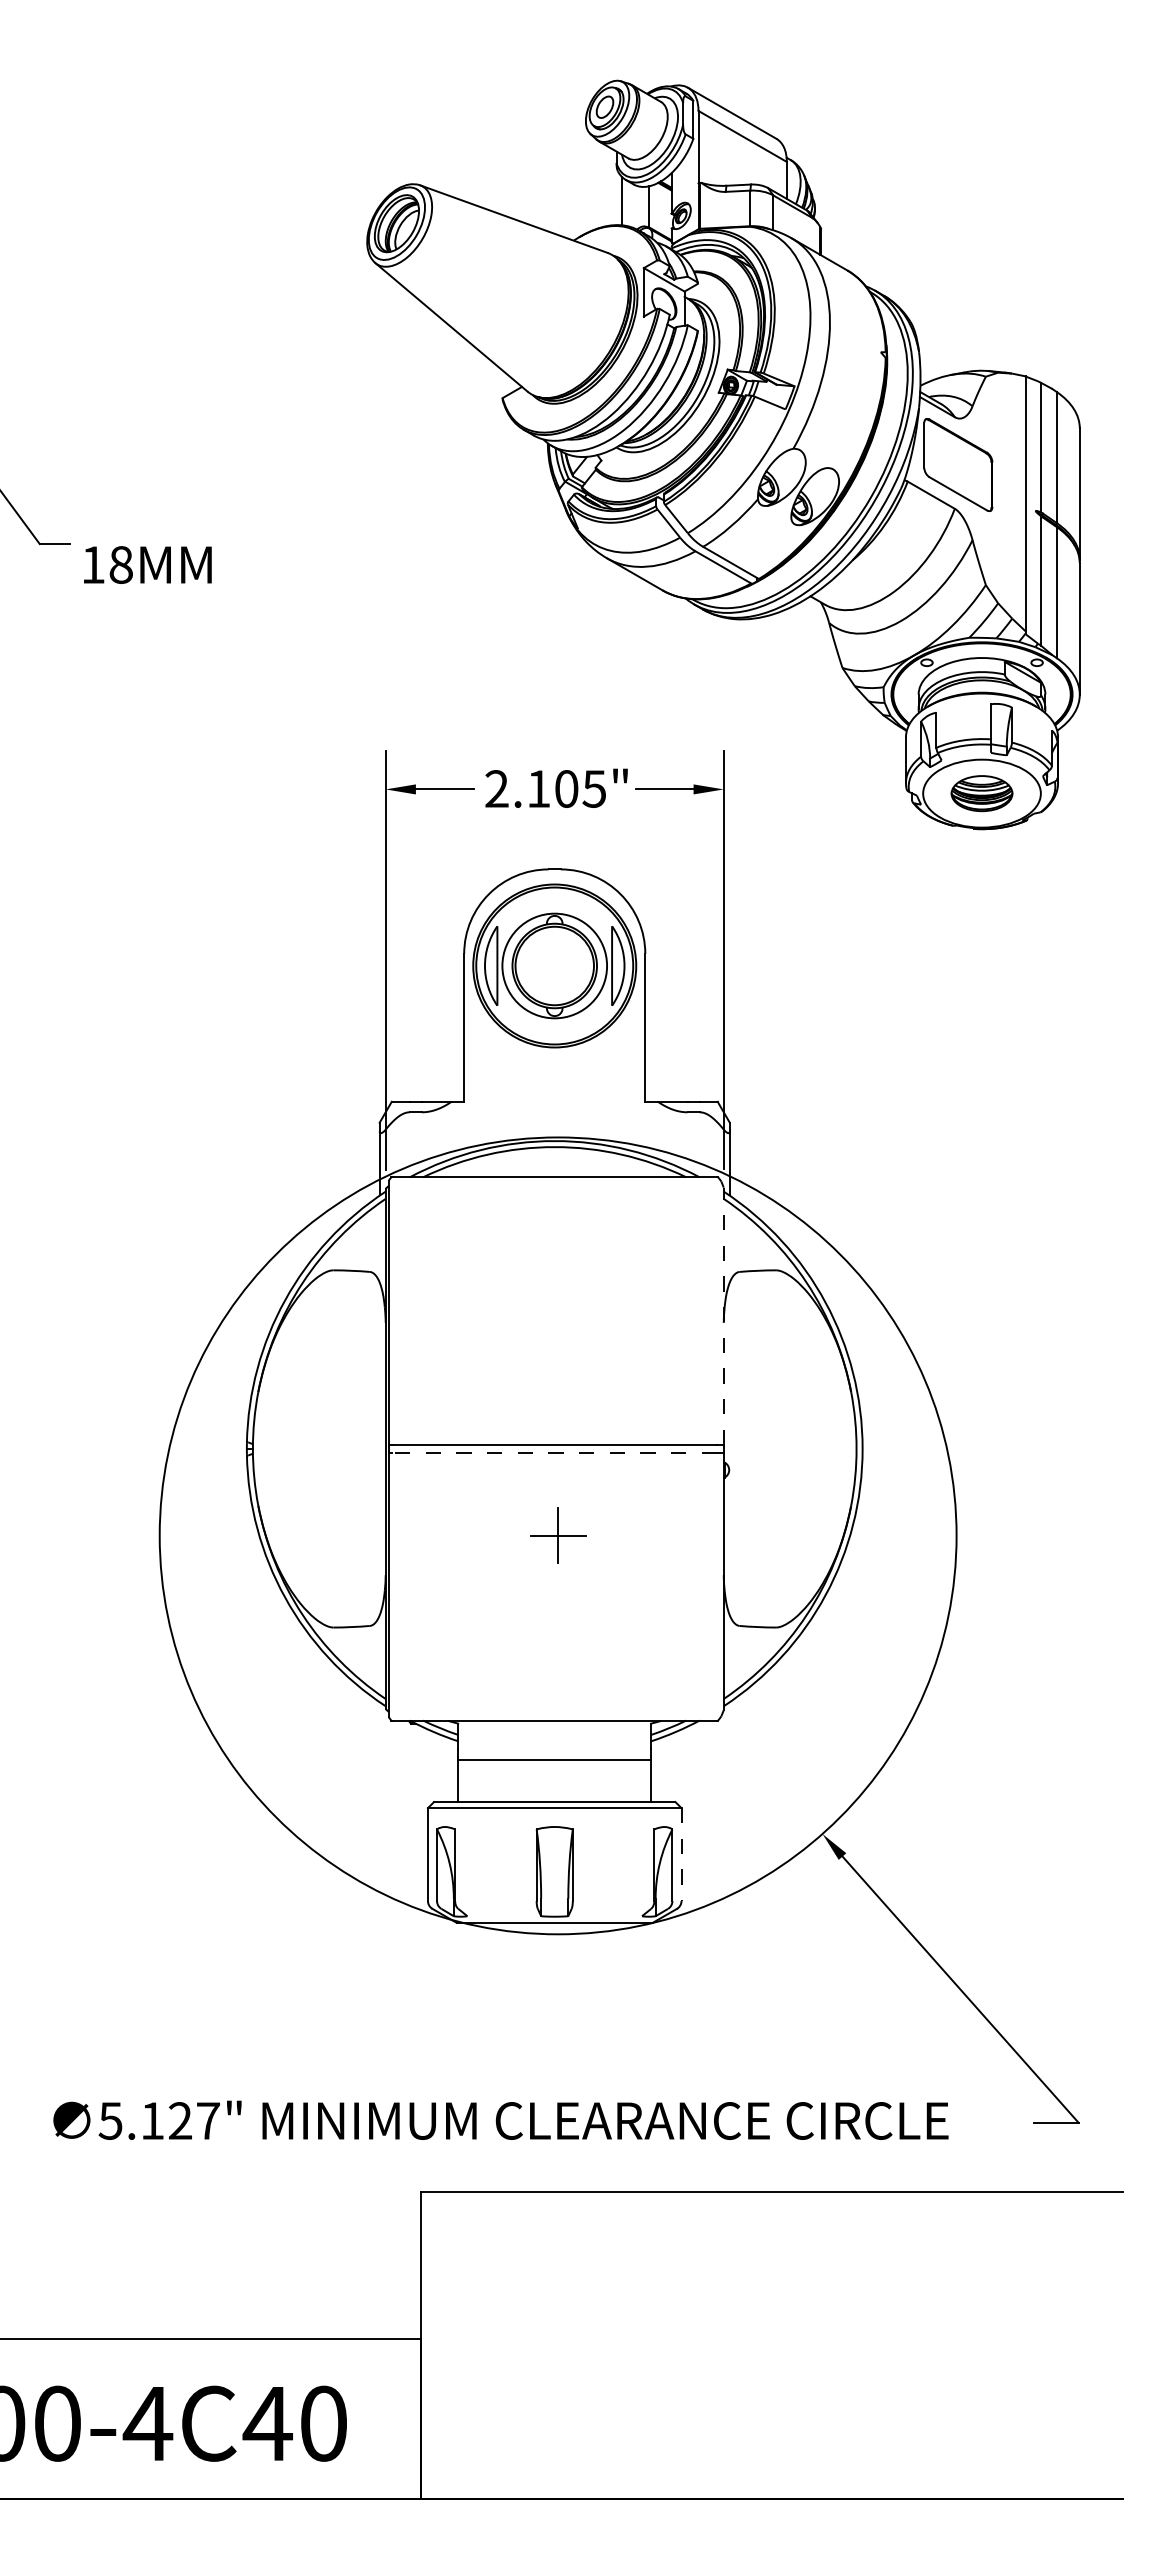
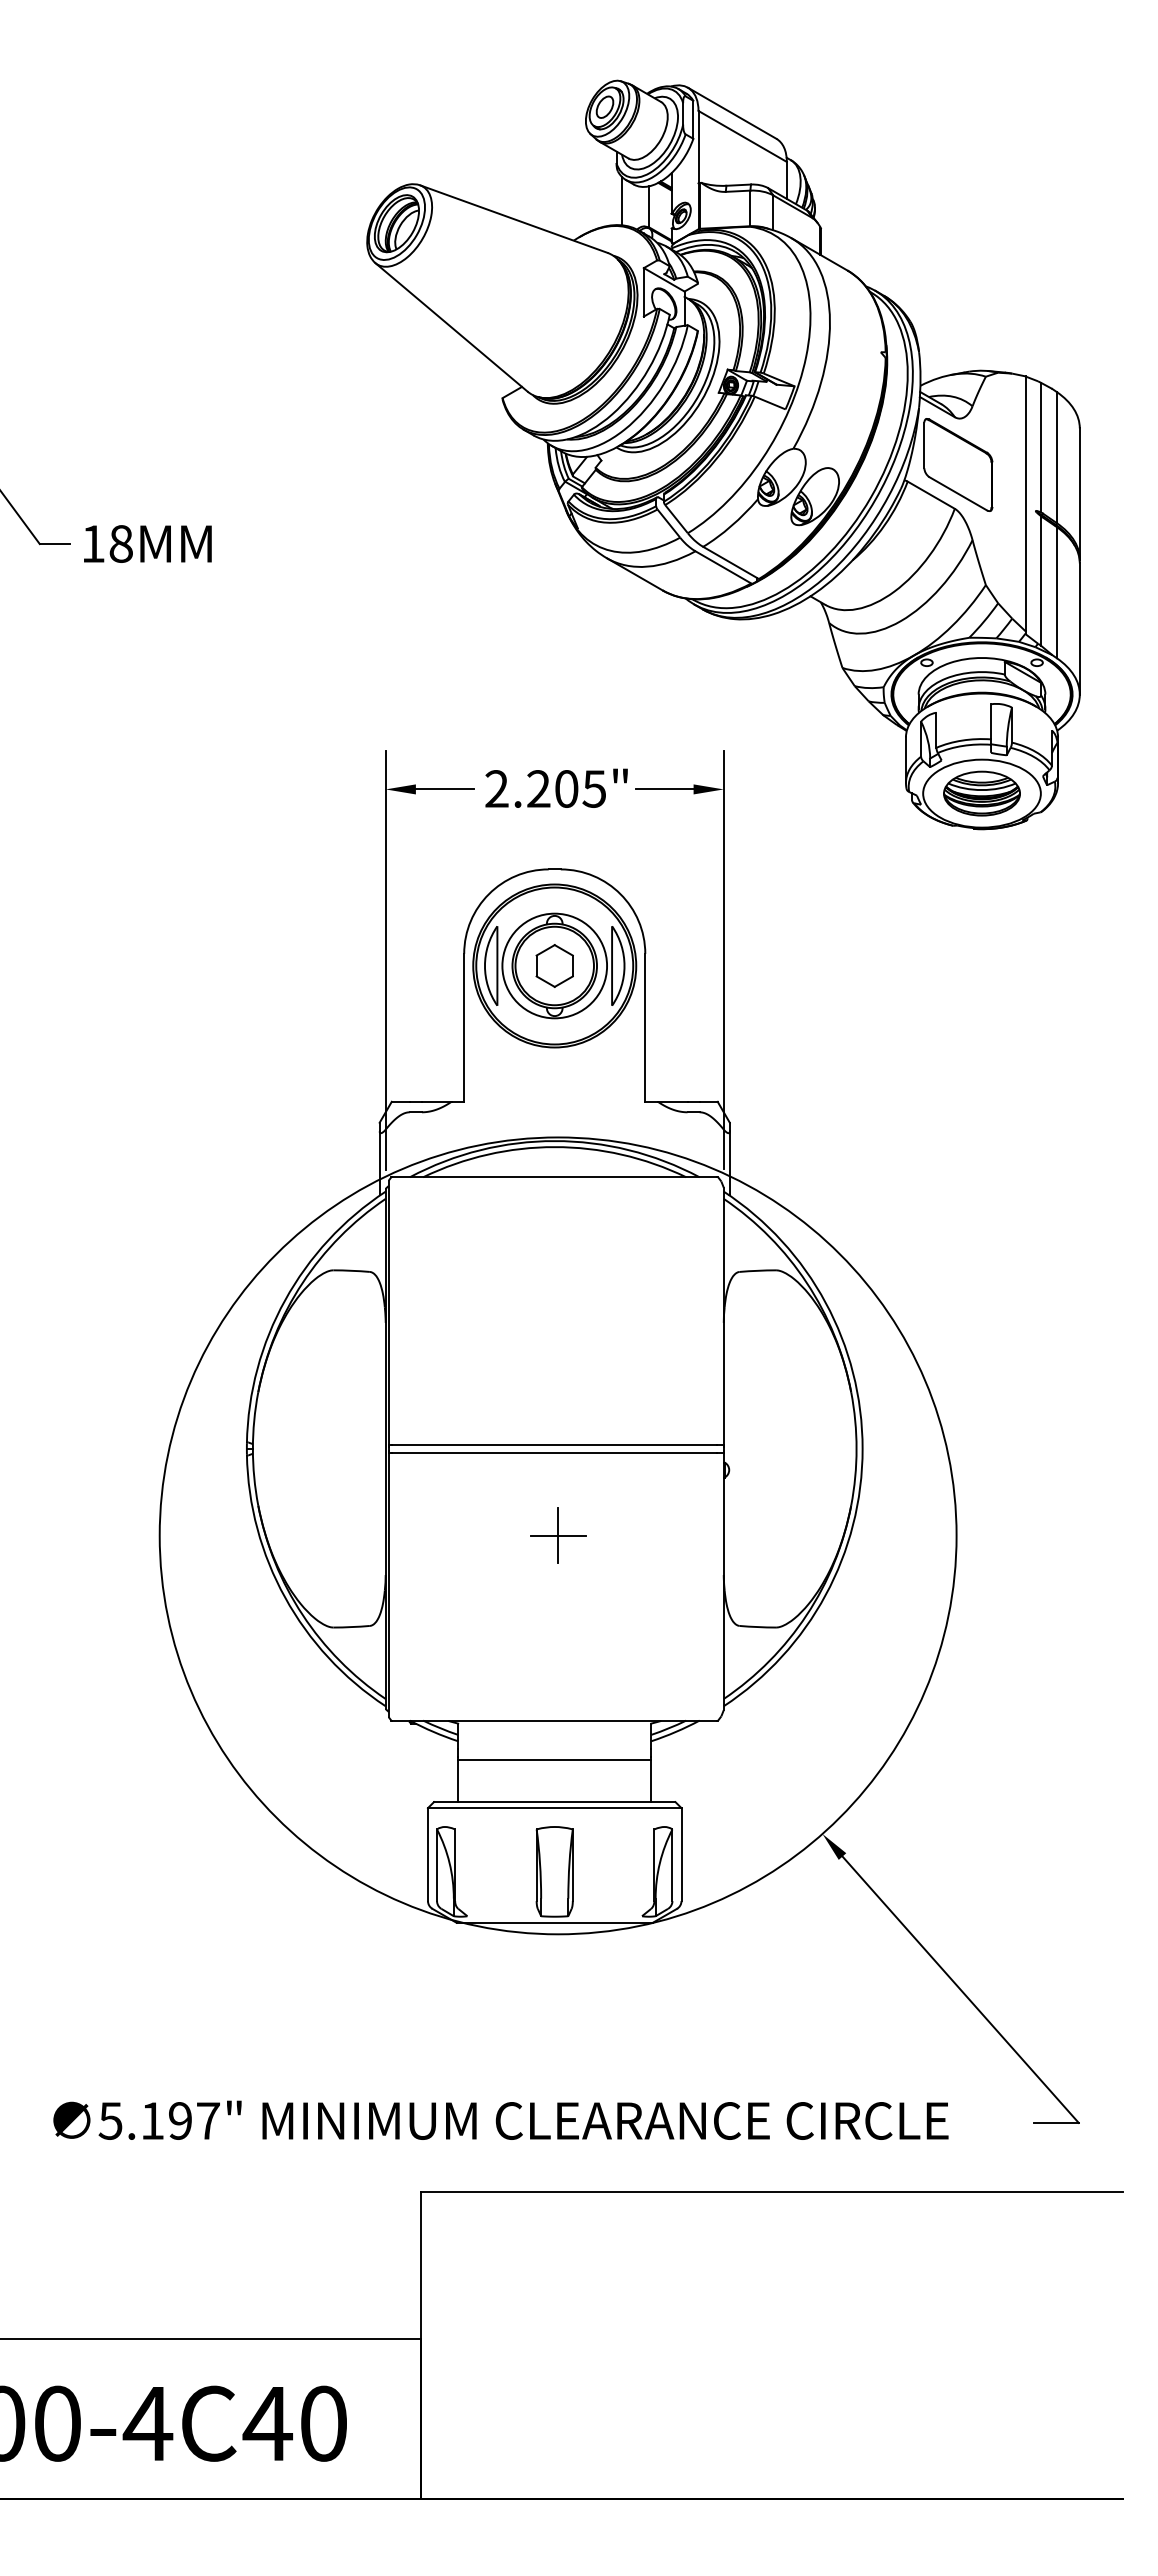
text at (147, 564) position: (147, 564) -> (147, 543)
text at (538, 788): 2.105" -> 2.205"
part at (981, 793) size: 64x38 px -> 78x47 px
part at (554, 965): none -> present
line at (723, 1316): dashed -> solid
line at (554, 1452): dashed -> solid
line at (681, 1855): dashed -> solid
text at (180, 2120): 5.127" -> 5.197"
